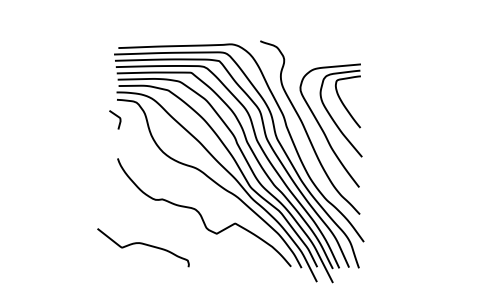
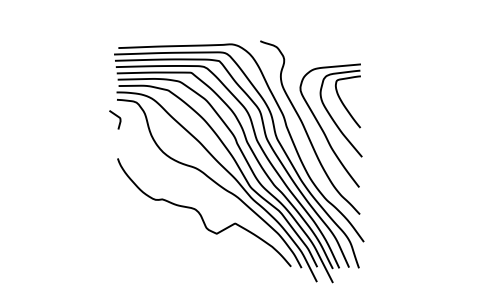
curve at (144, 245): present -> none
